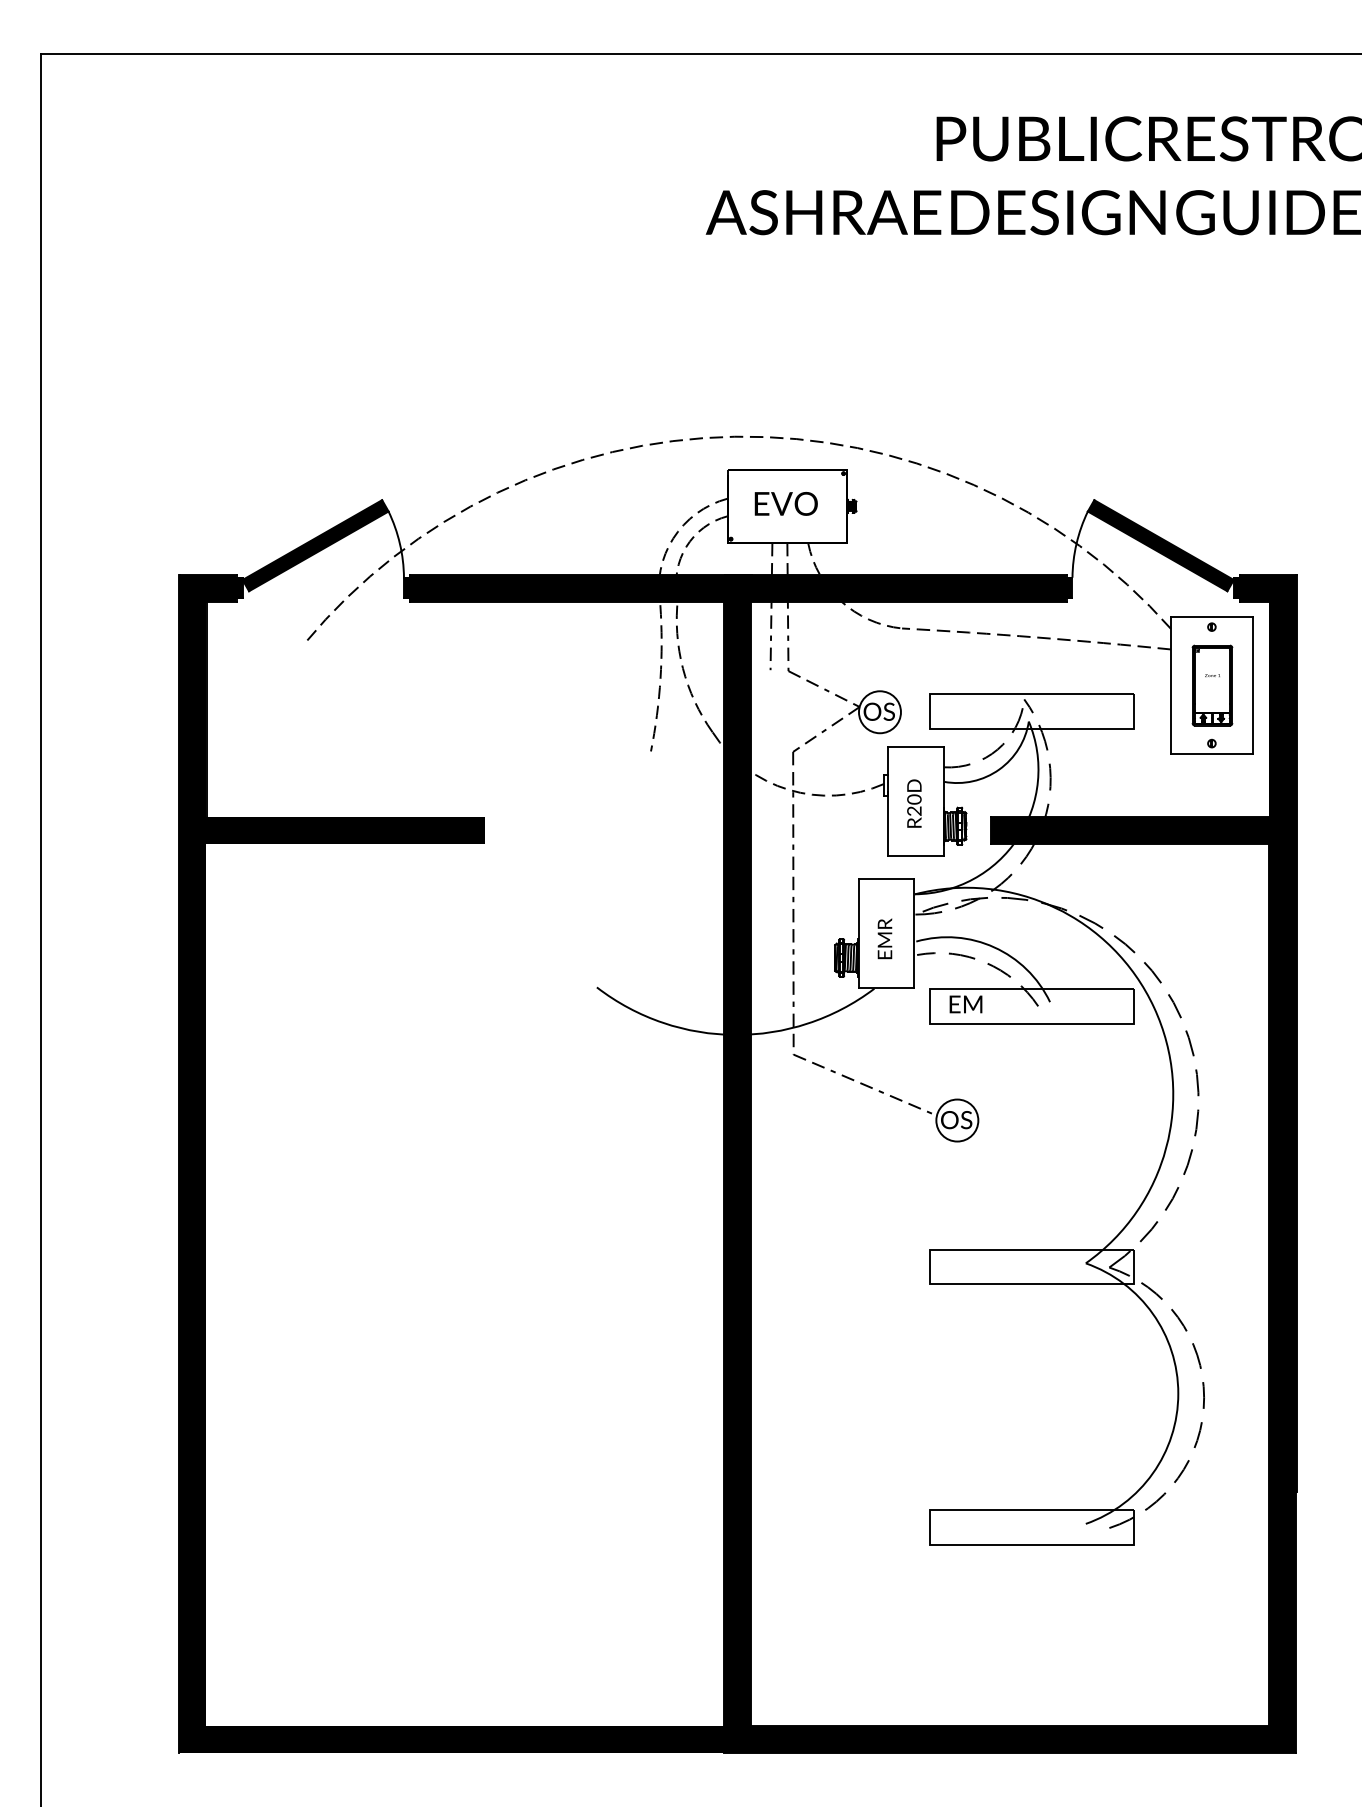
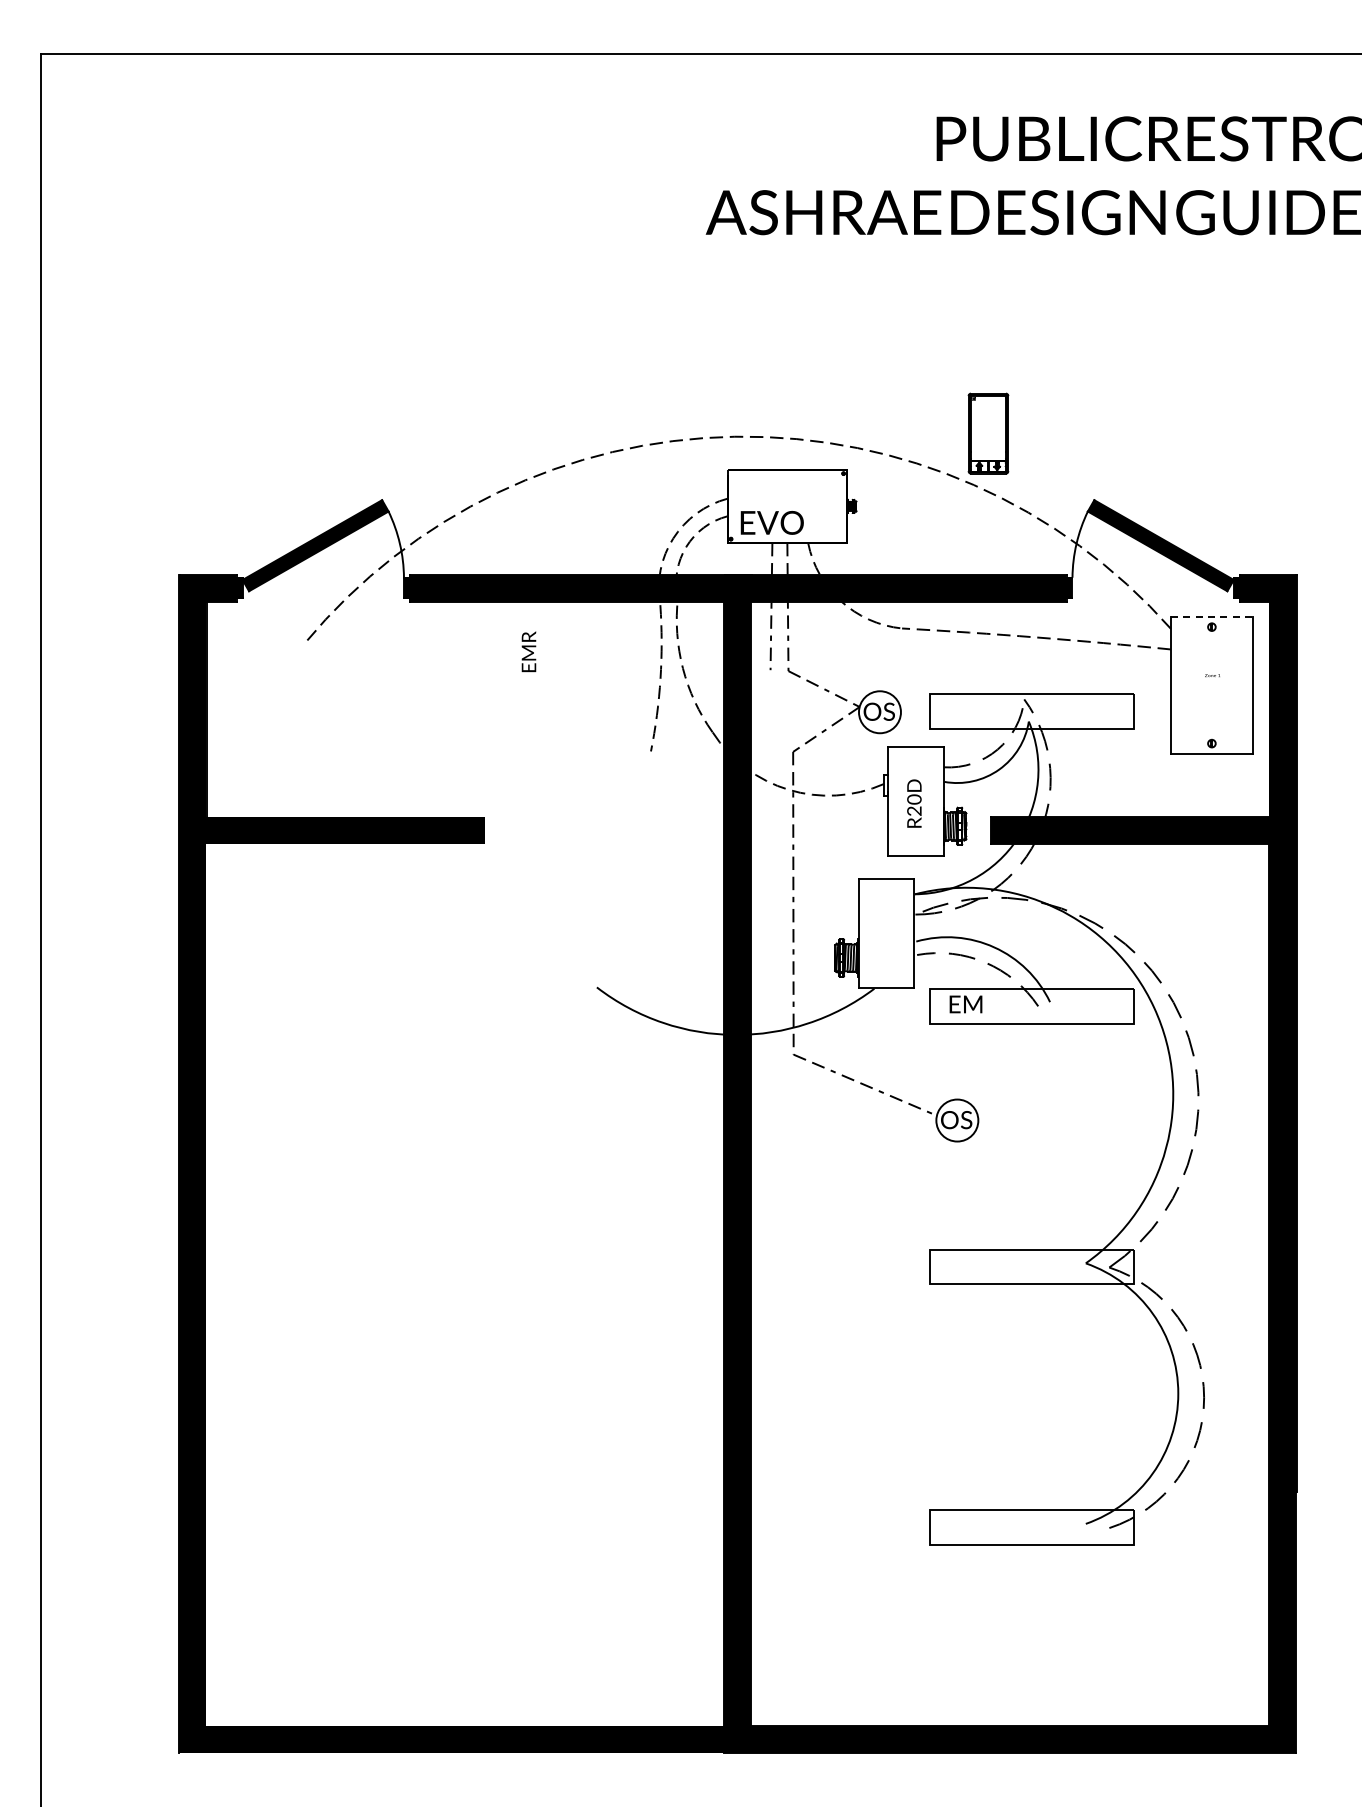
text at (785, 503) position: (785, 503) -> (771, 522)
line at (1211, 616): solid -> dashed
part at (1212, 685) position: (1212, 685) -> (988, 433)
text at (884, 938) position: (884, 938) -> (528, 651)
